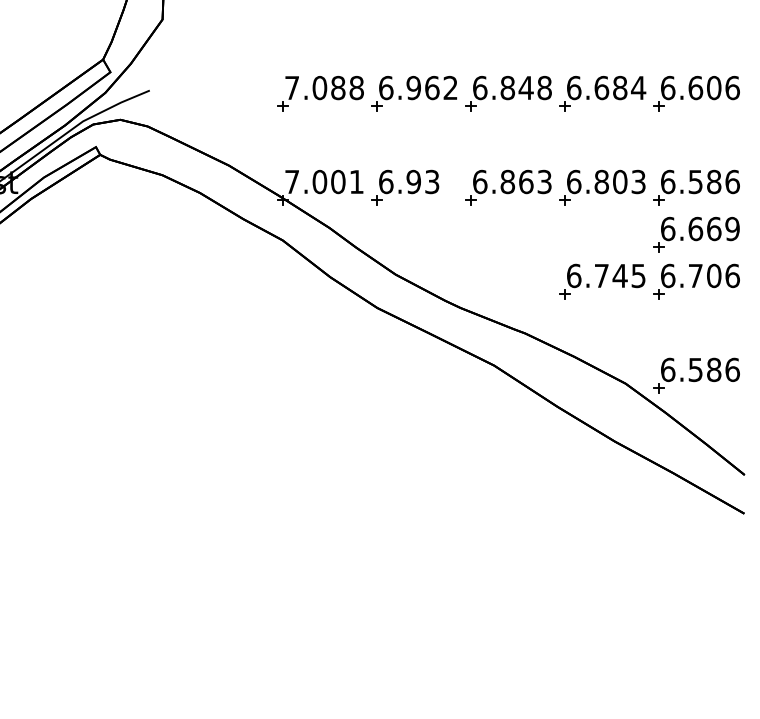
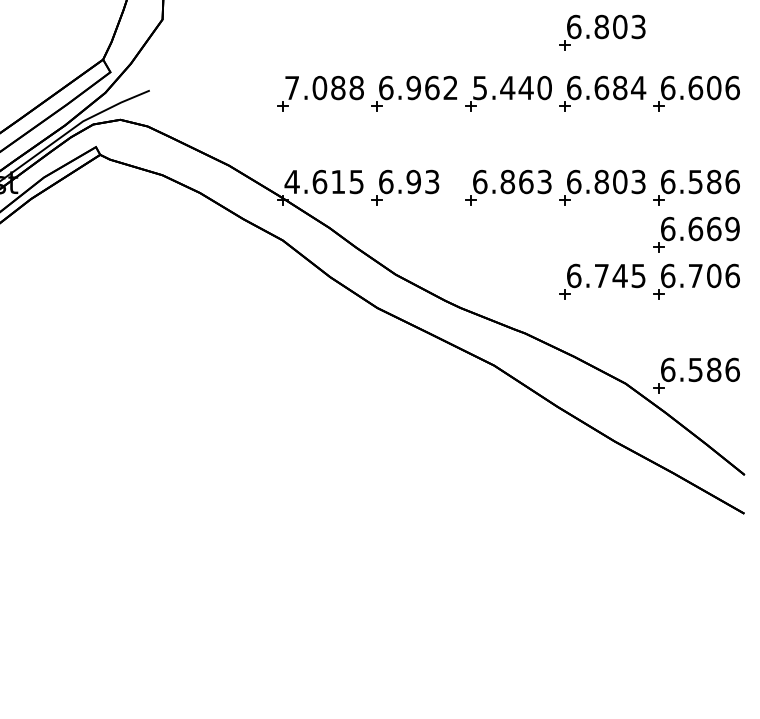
part at (602, 32): none -> present
text at (512, 87): 6.848 -> 5.440
text at (323, 181): 7.001 -> 4.615
